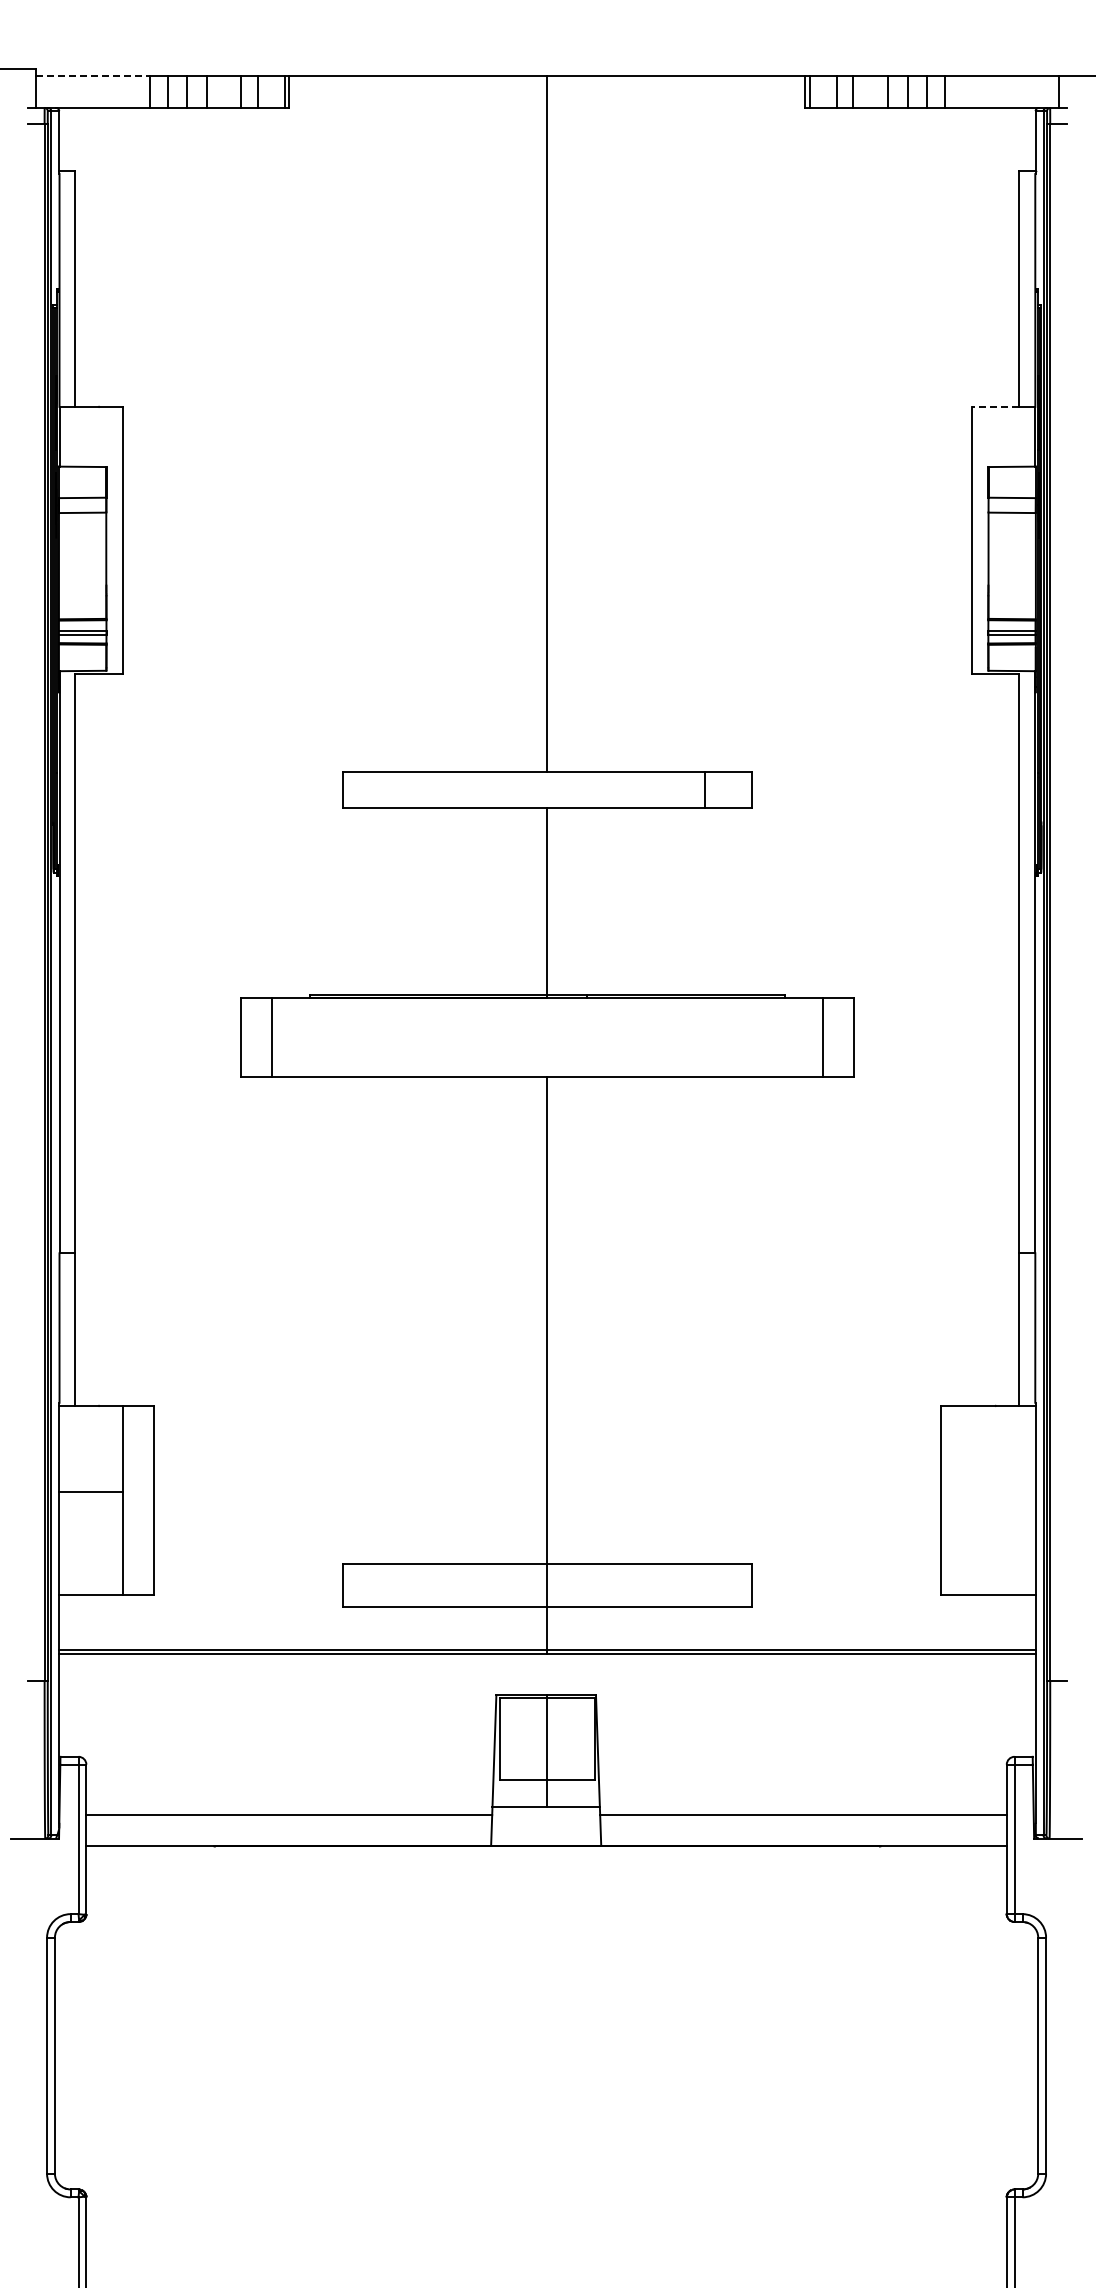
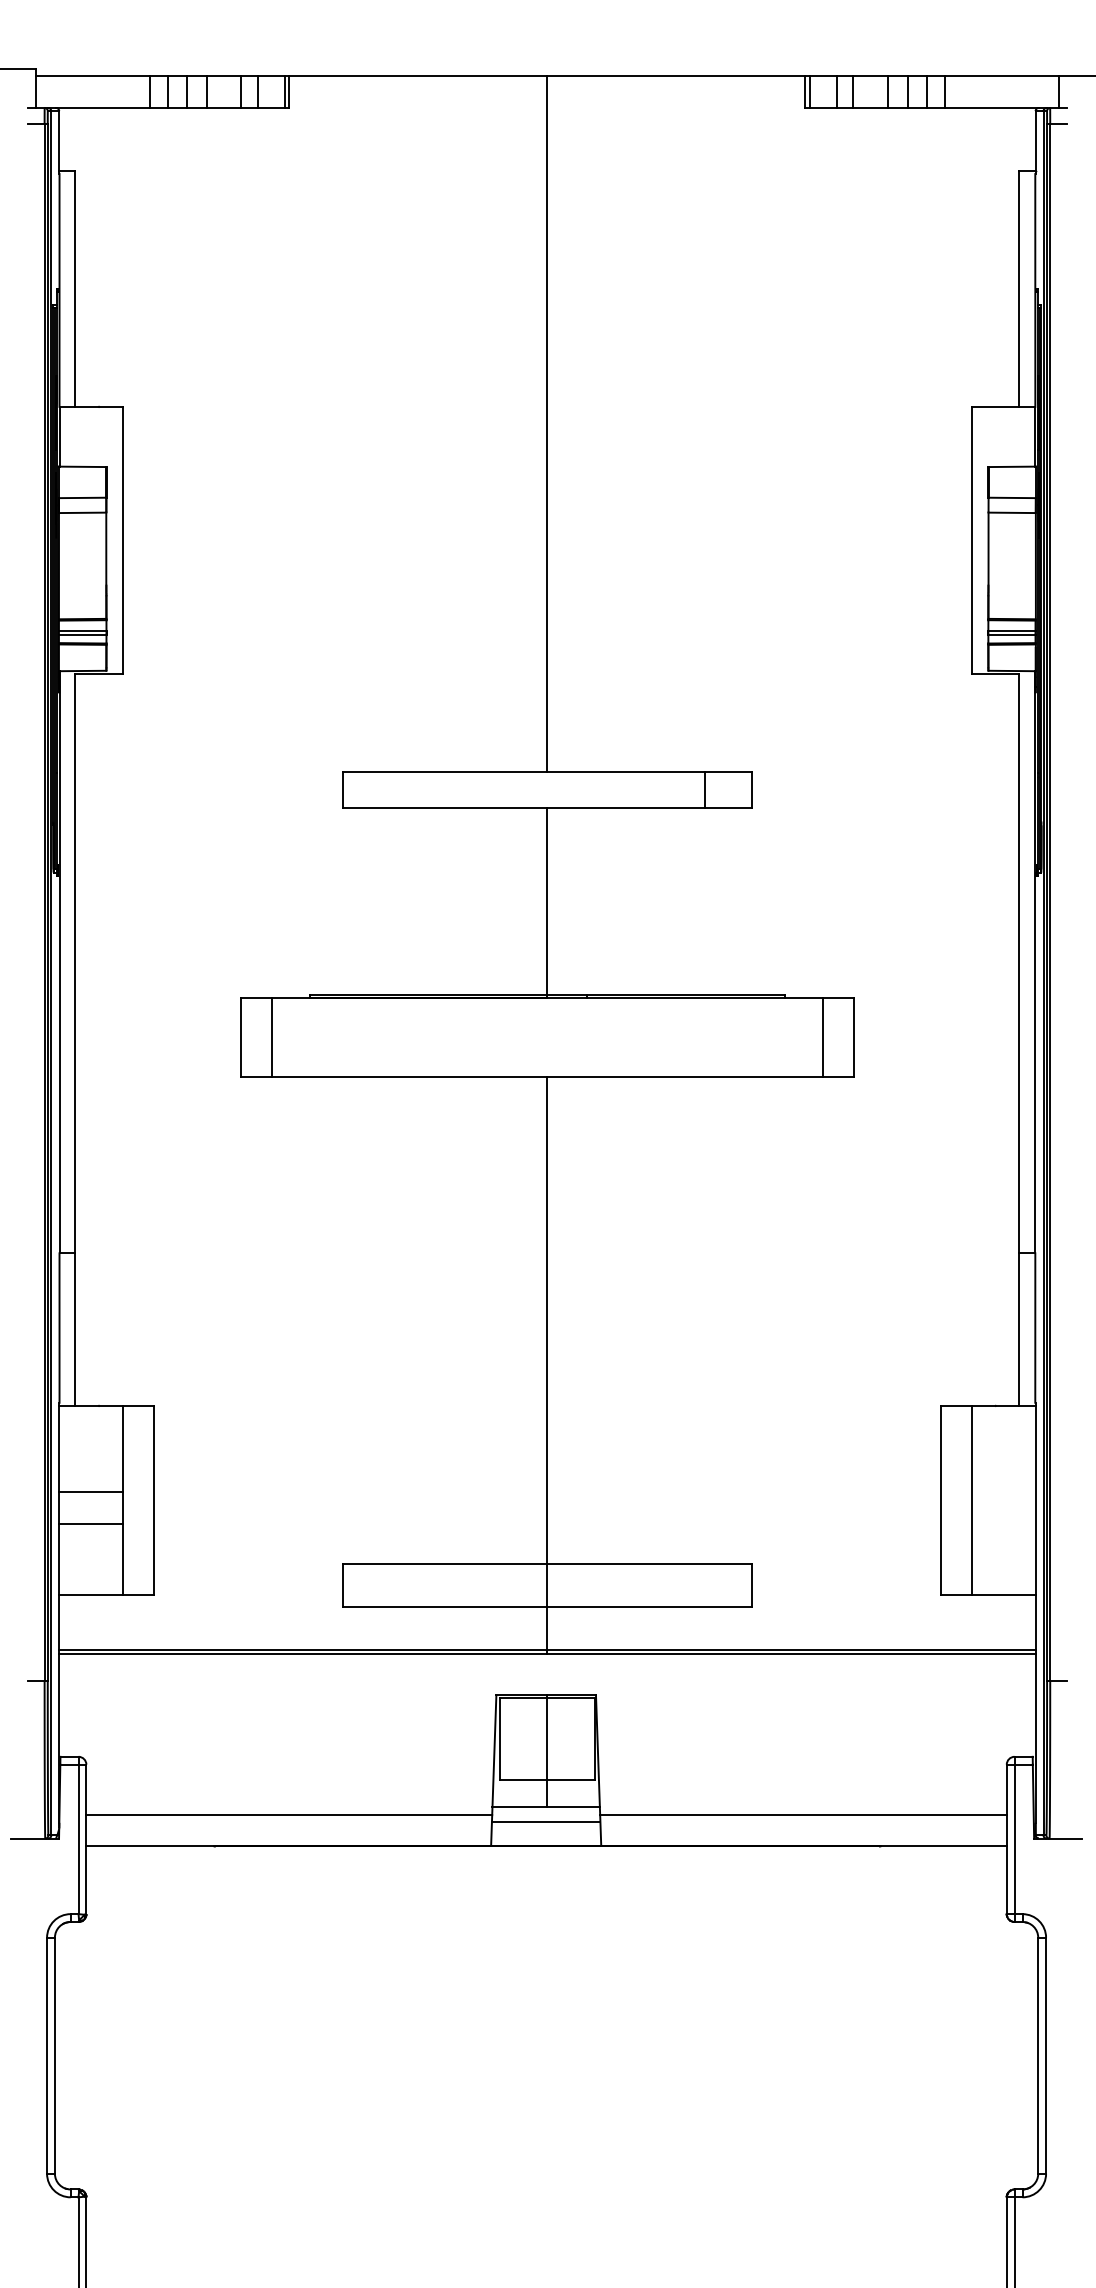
line at (92, 76): dashed -> solid
line at (995, 406): dashed -> solid
line at (972, 1499): none -> present
line at (90, 1523): none -> present
line at (545, 1822): none -> present
